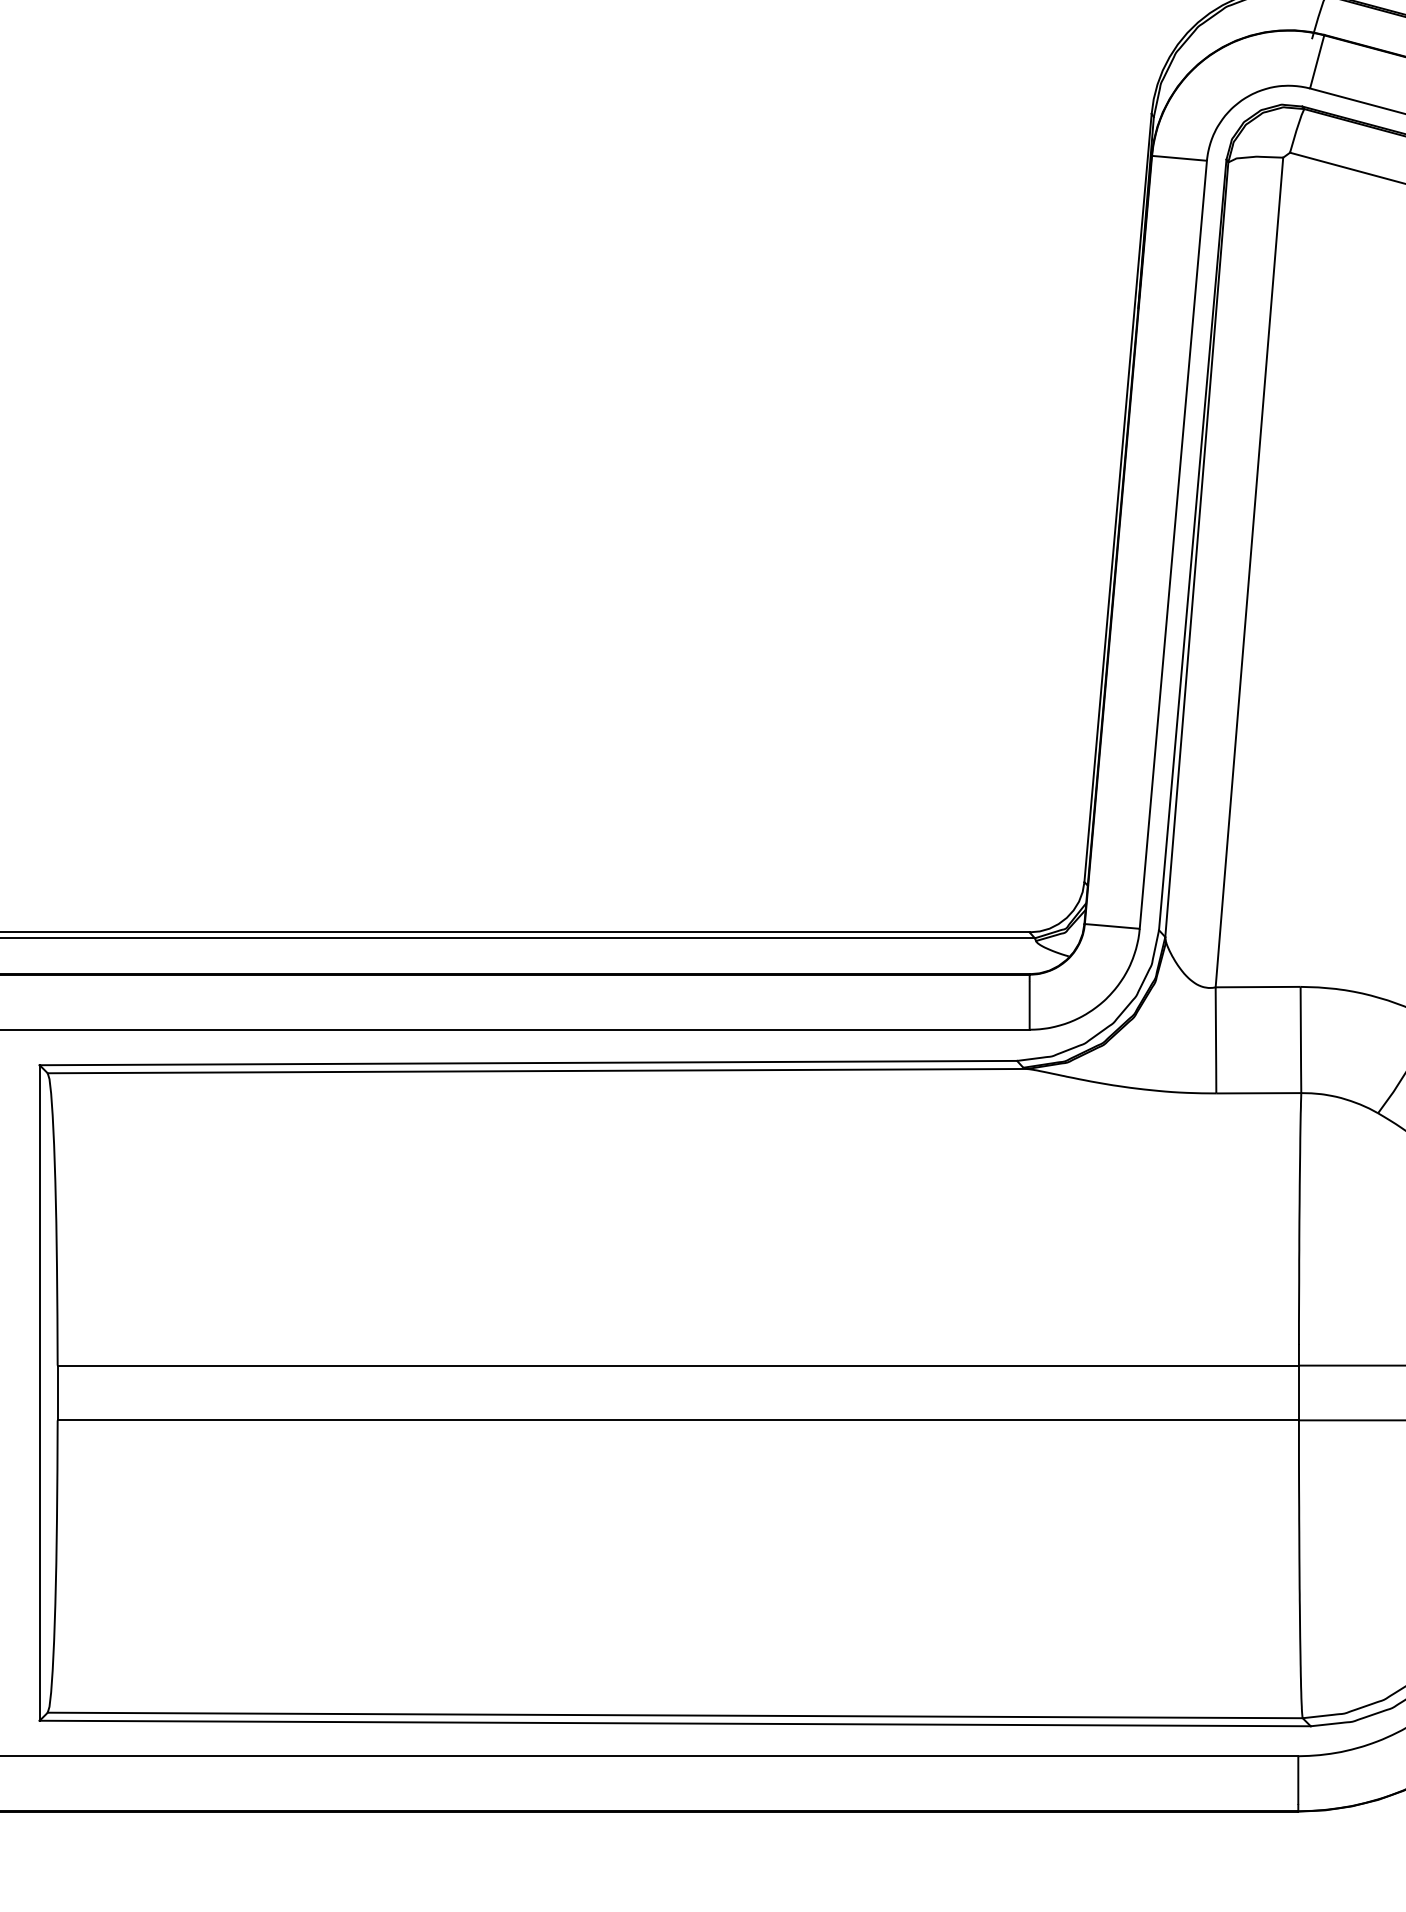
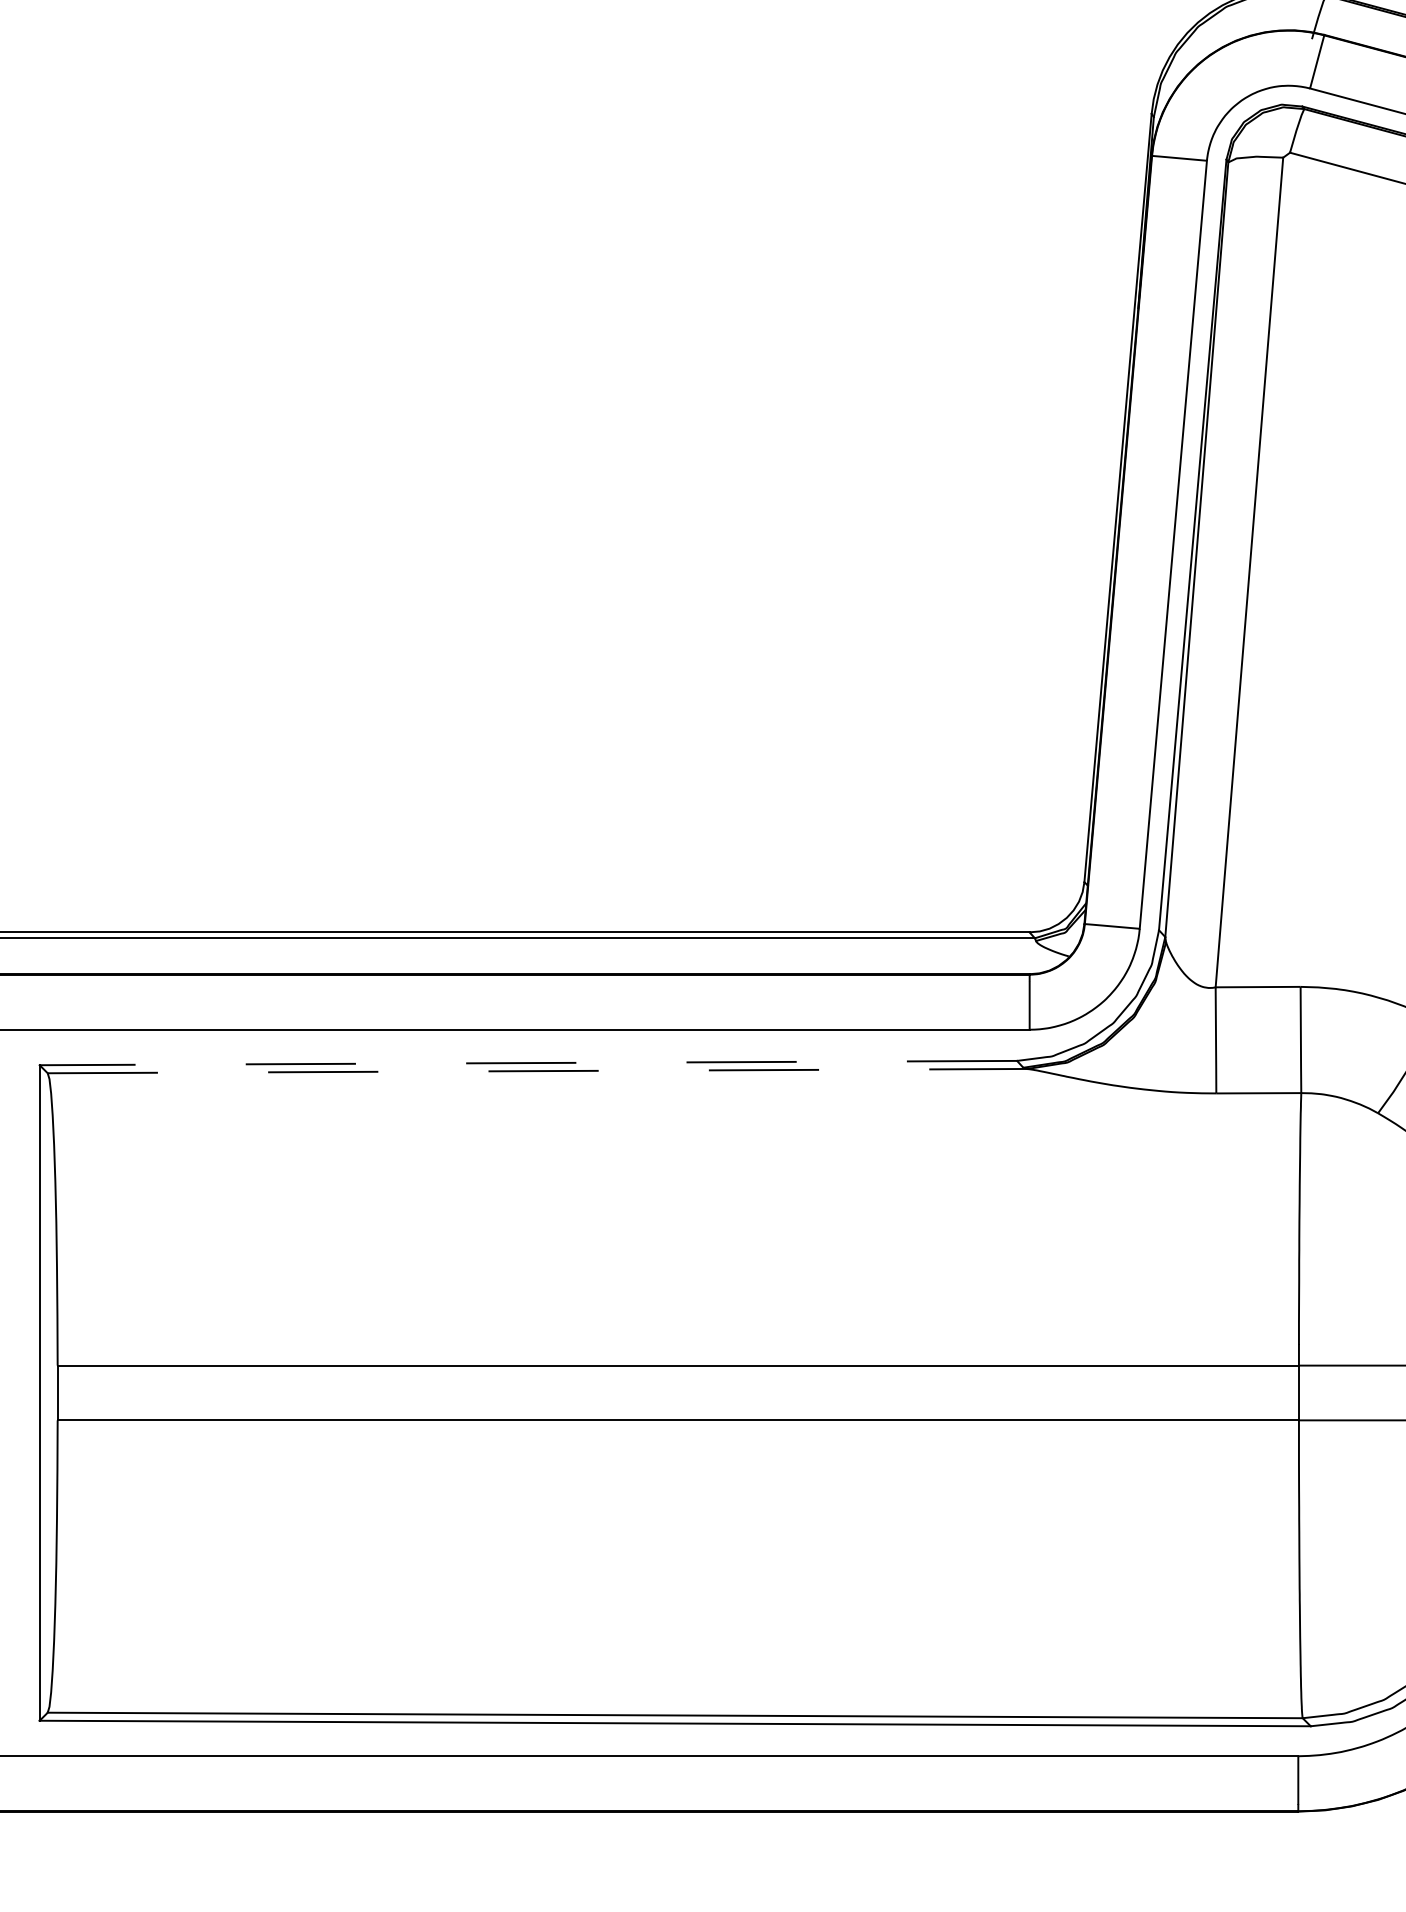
line at (528, 1063): solid -> dashed
line at (537, 1071): solid -> dashed
